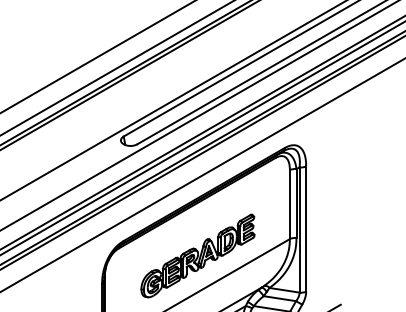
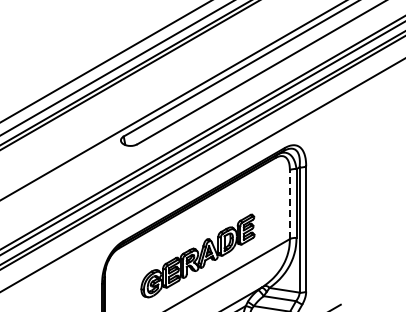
line at (97, 57) position: (97, 57) -> (105, 61)
line at (199, 115): present -> none
line at (289, 204): solid -> dashed
